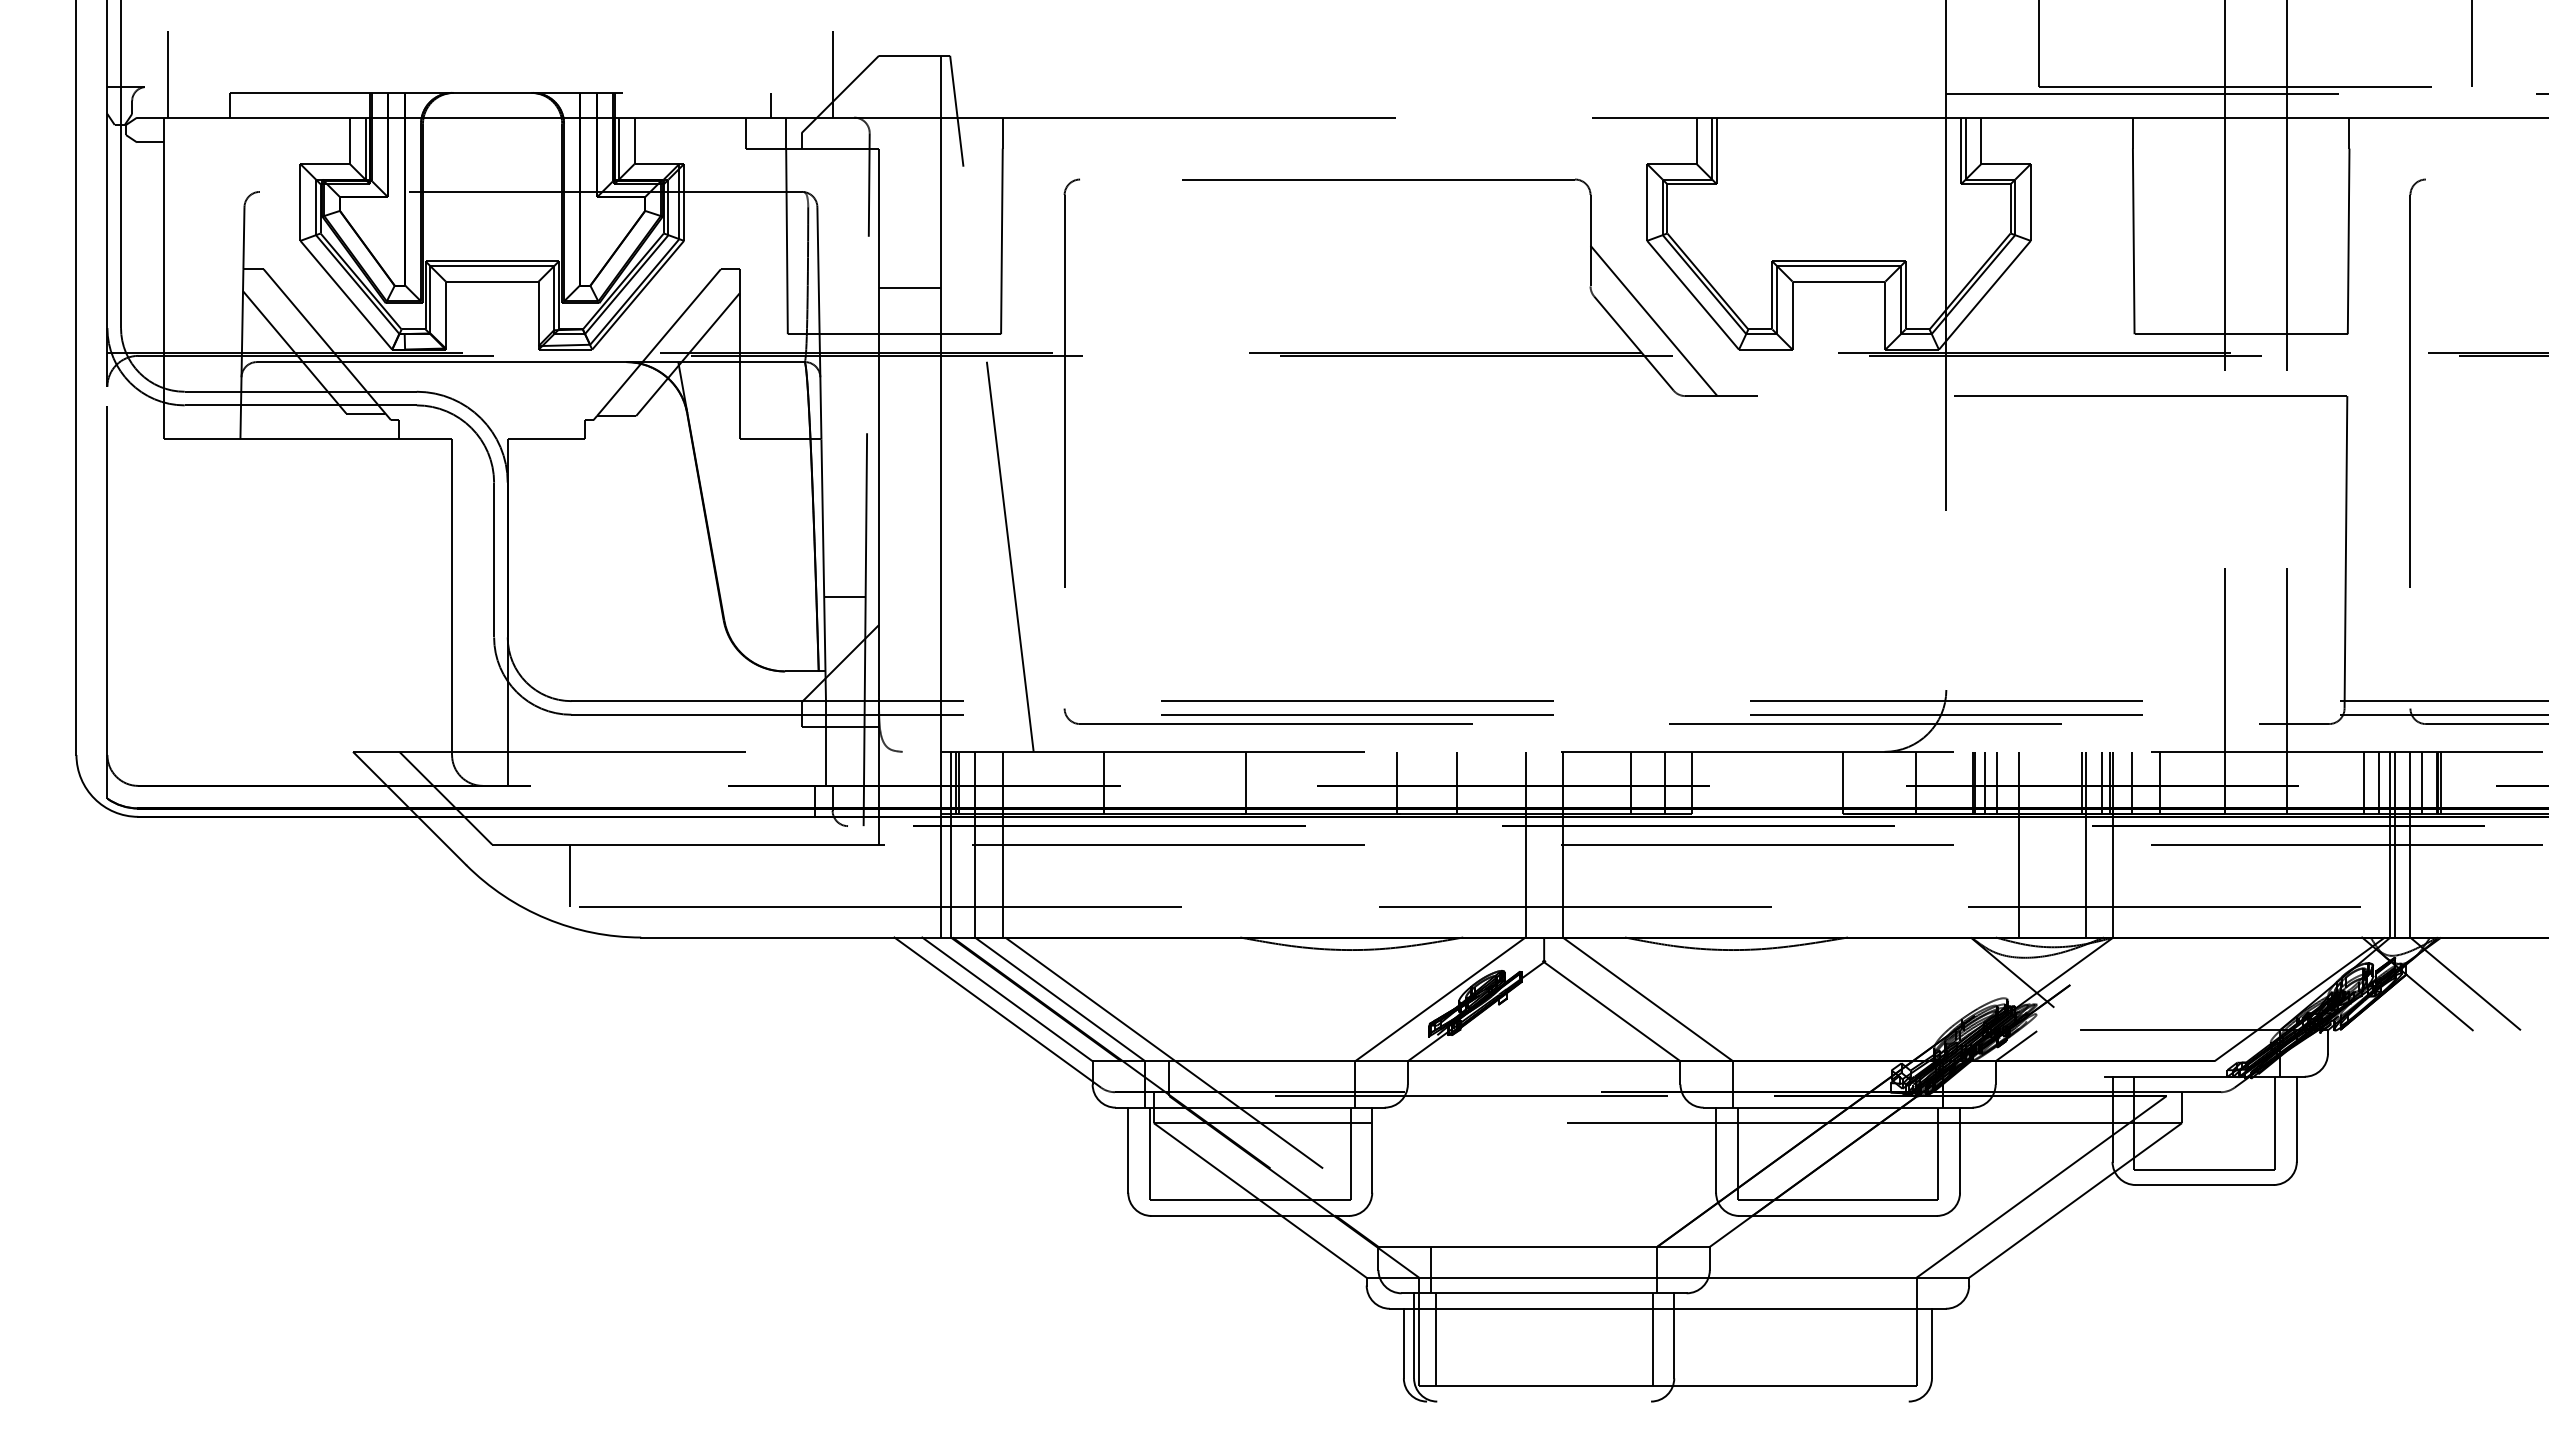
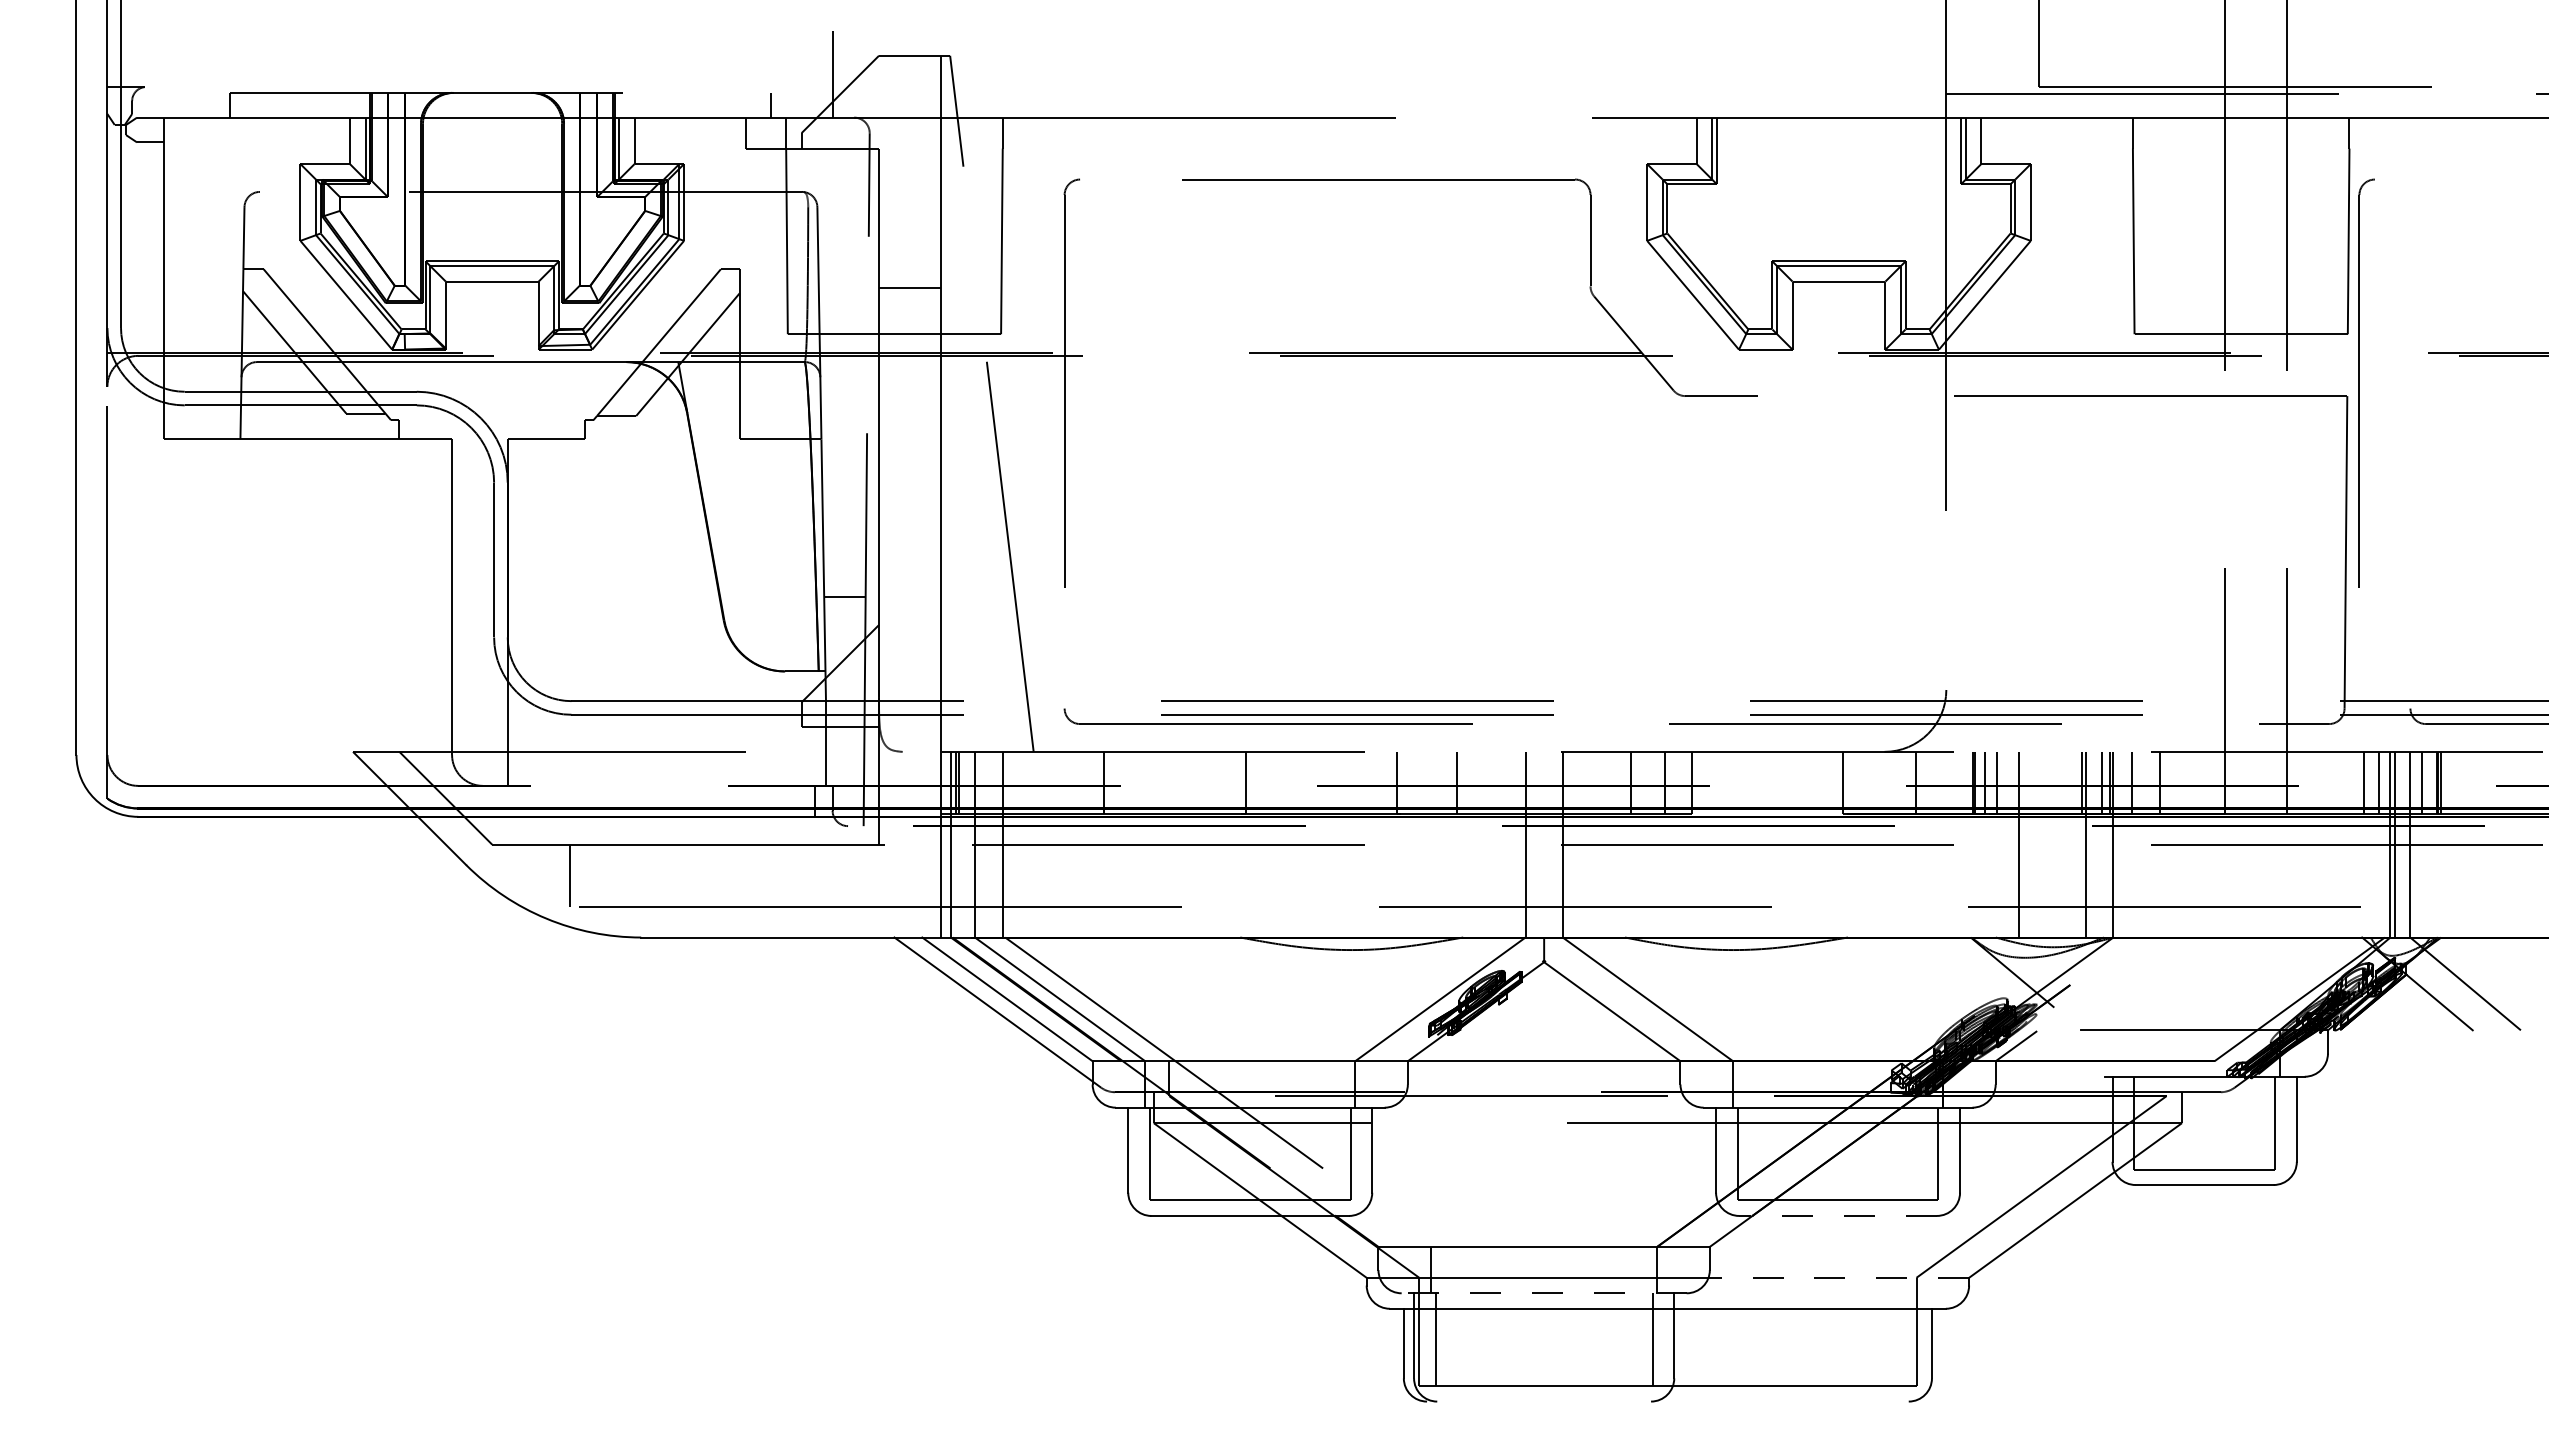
line at (2472, 44): present -> none
line at (167, 74): present -> none
line at (1653, 320): present -> none
part at (2410, 382) position: (2410, 382) -> (2359, 382)
line at (1838, 1215): solid -> dashed
line at (1838, 1277): solid -> dashed
line at (1543, 1293): solid -> dashed
